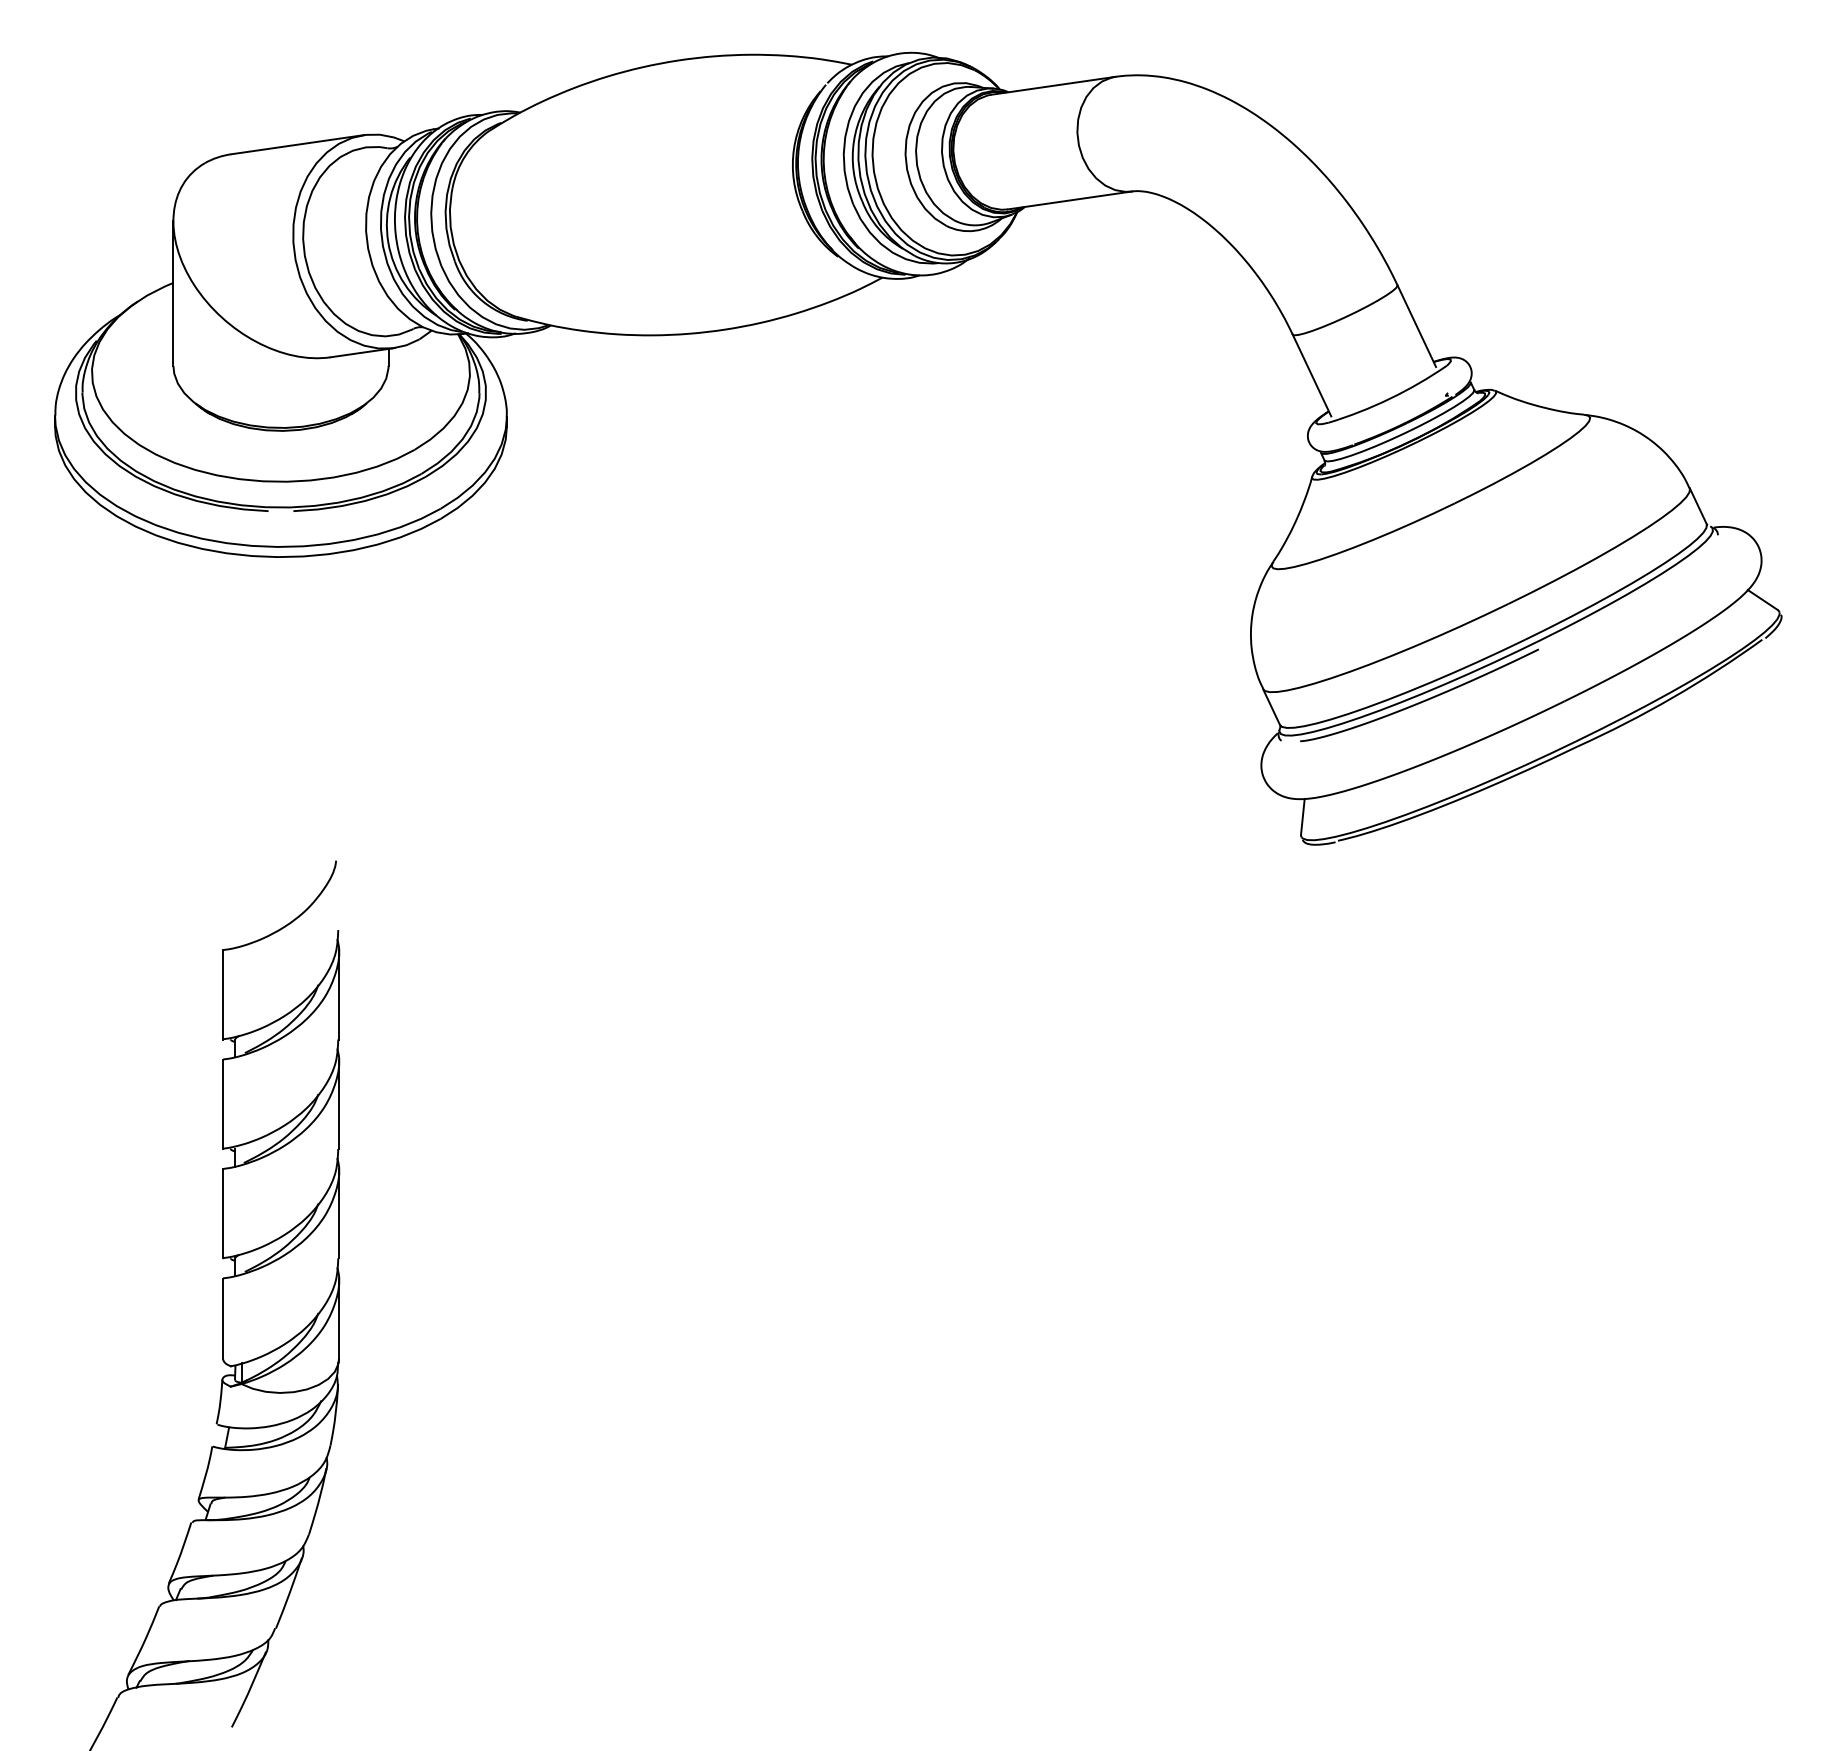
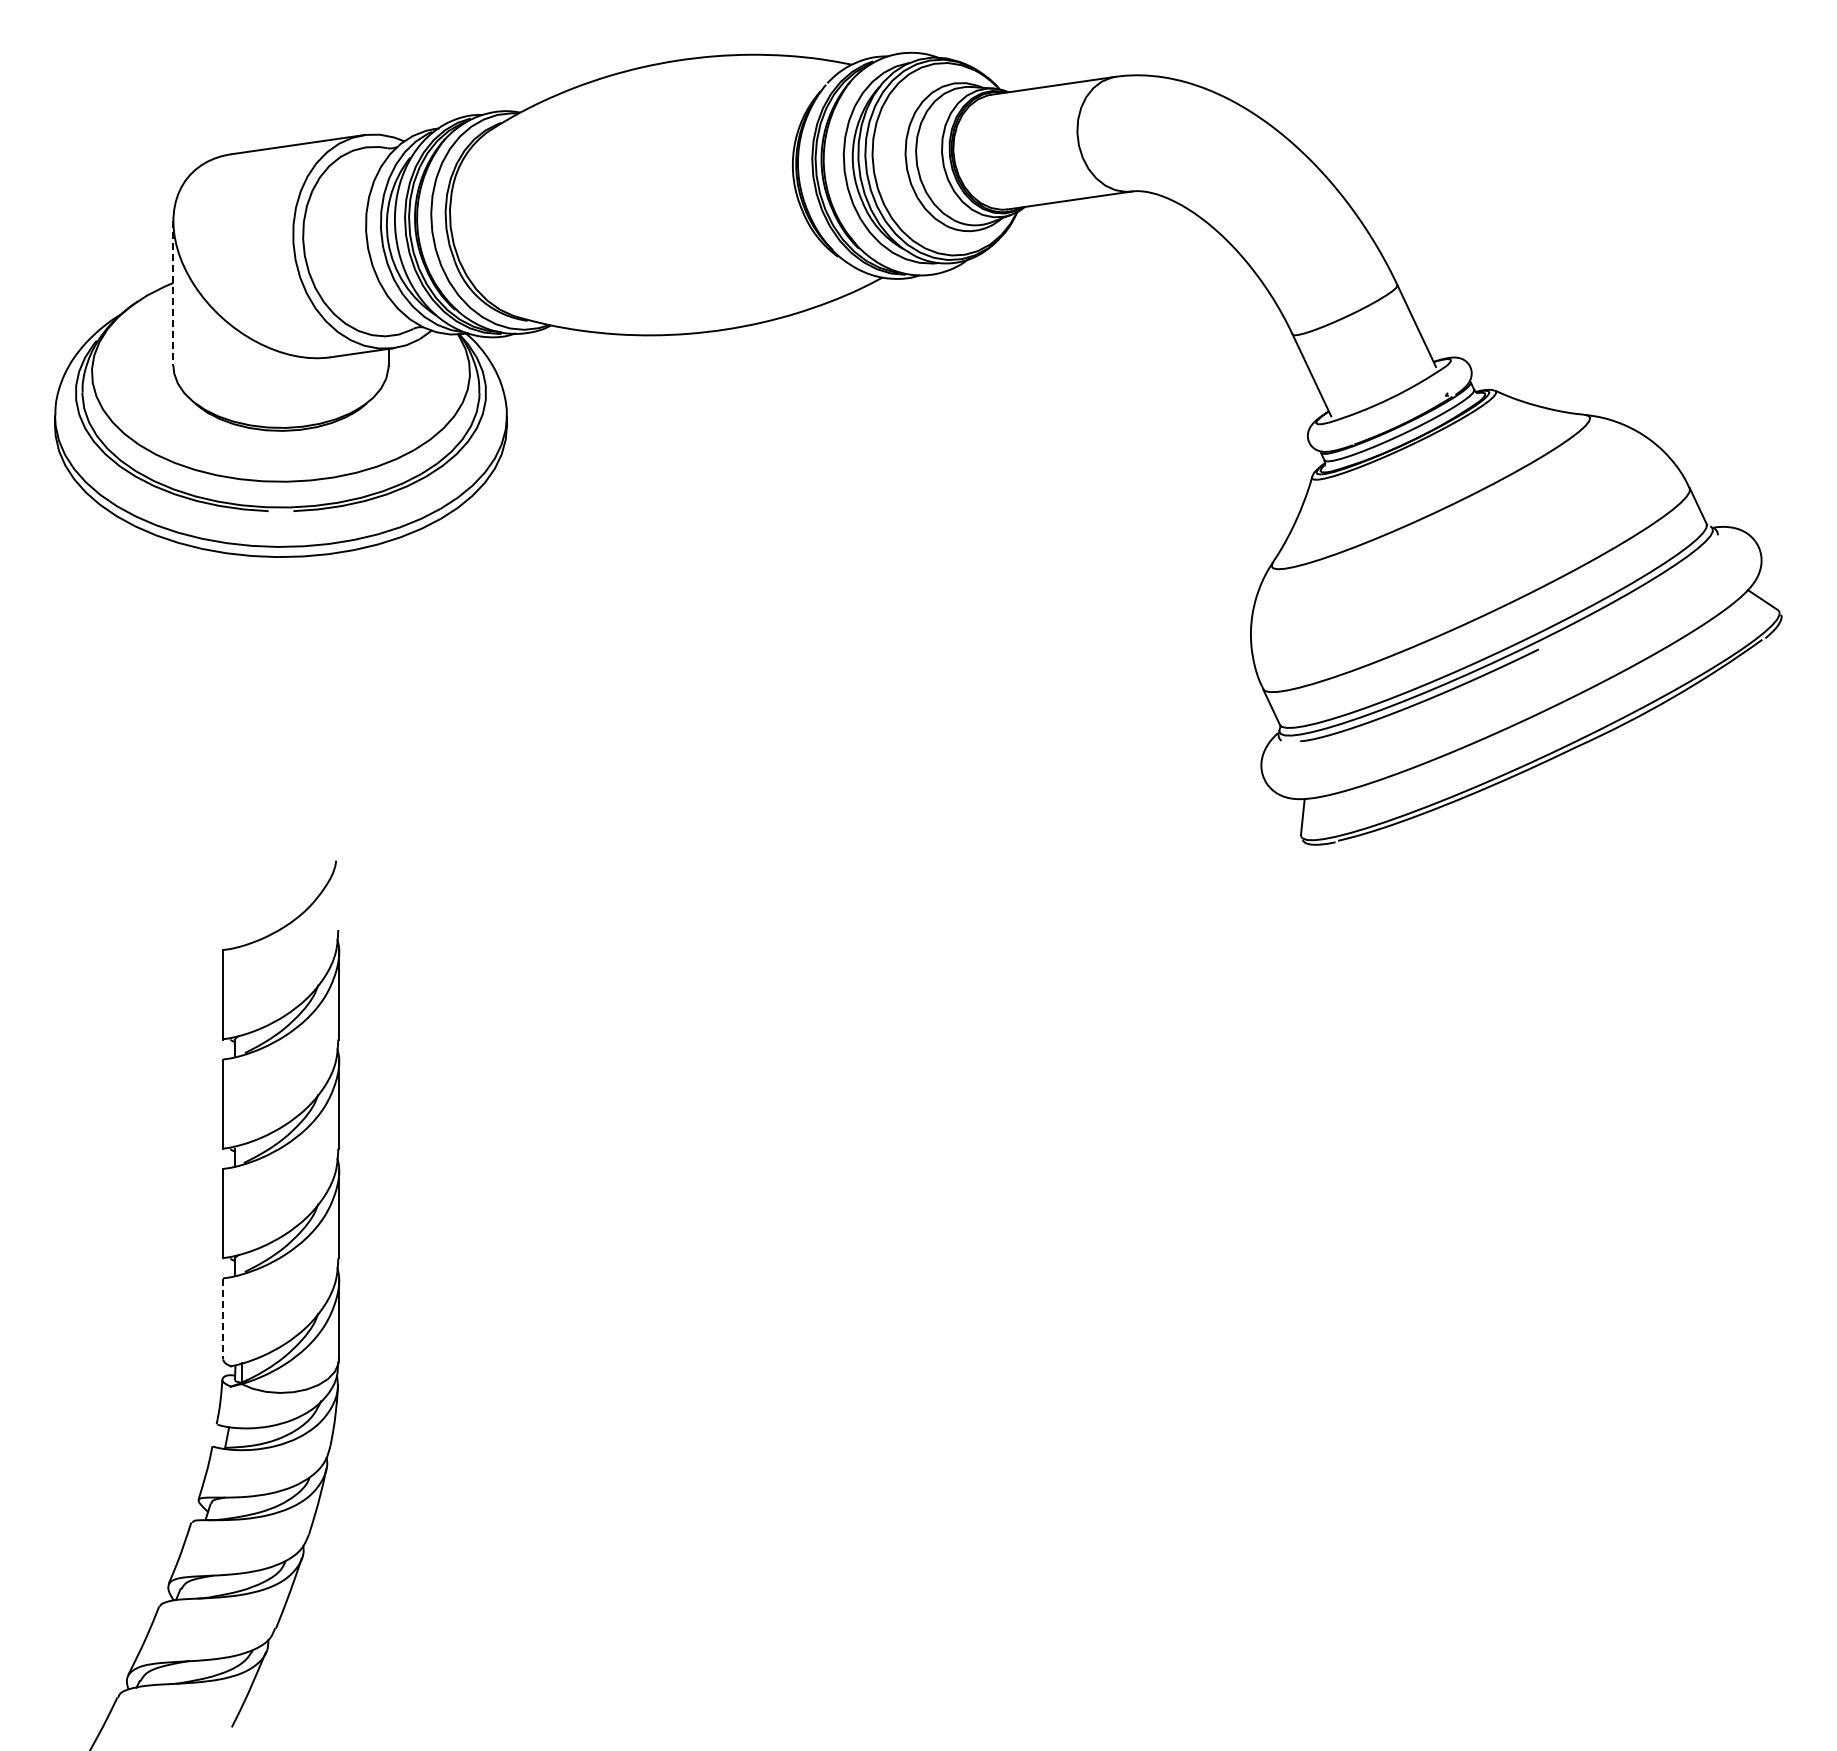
line at (173, 294): solid -> dashed
line at (223, 1319): solid -> dashed
